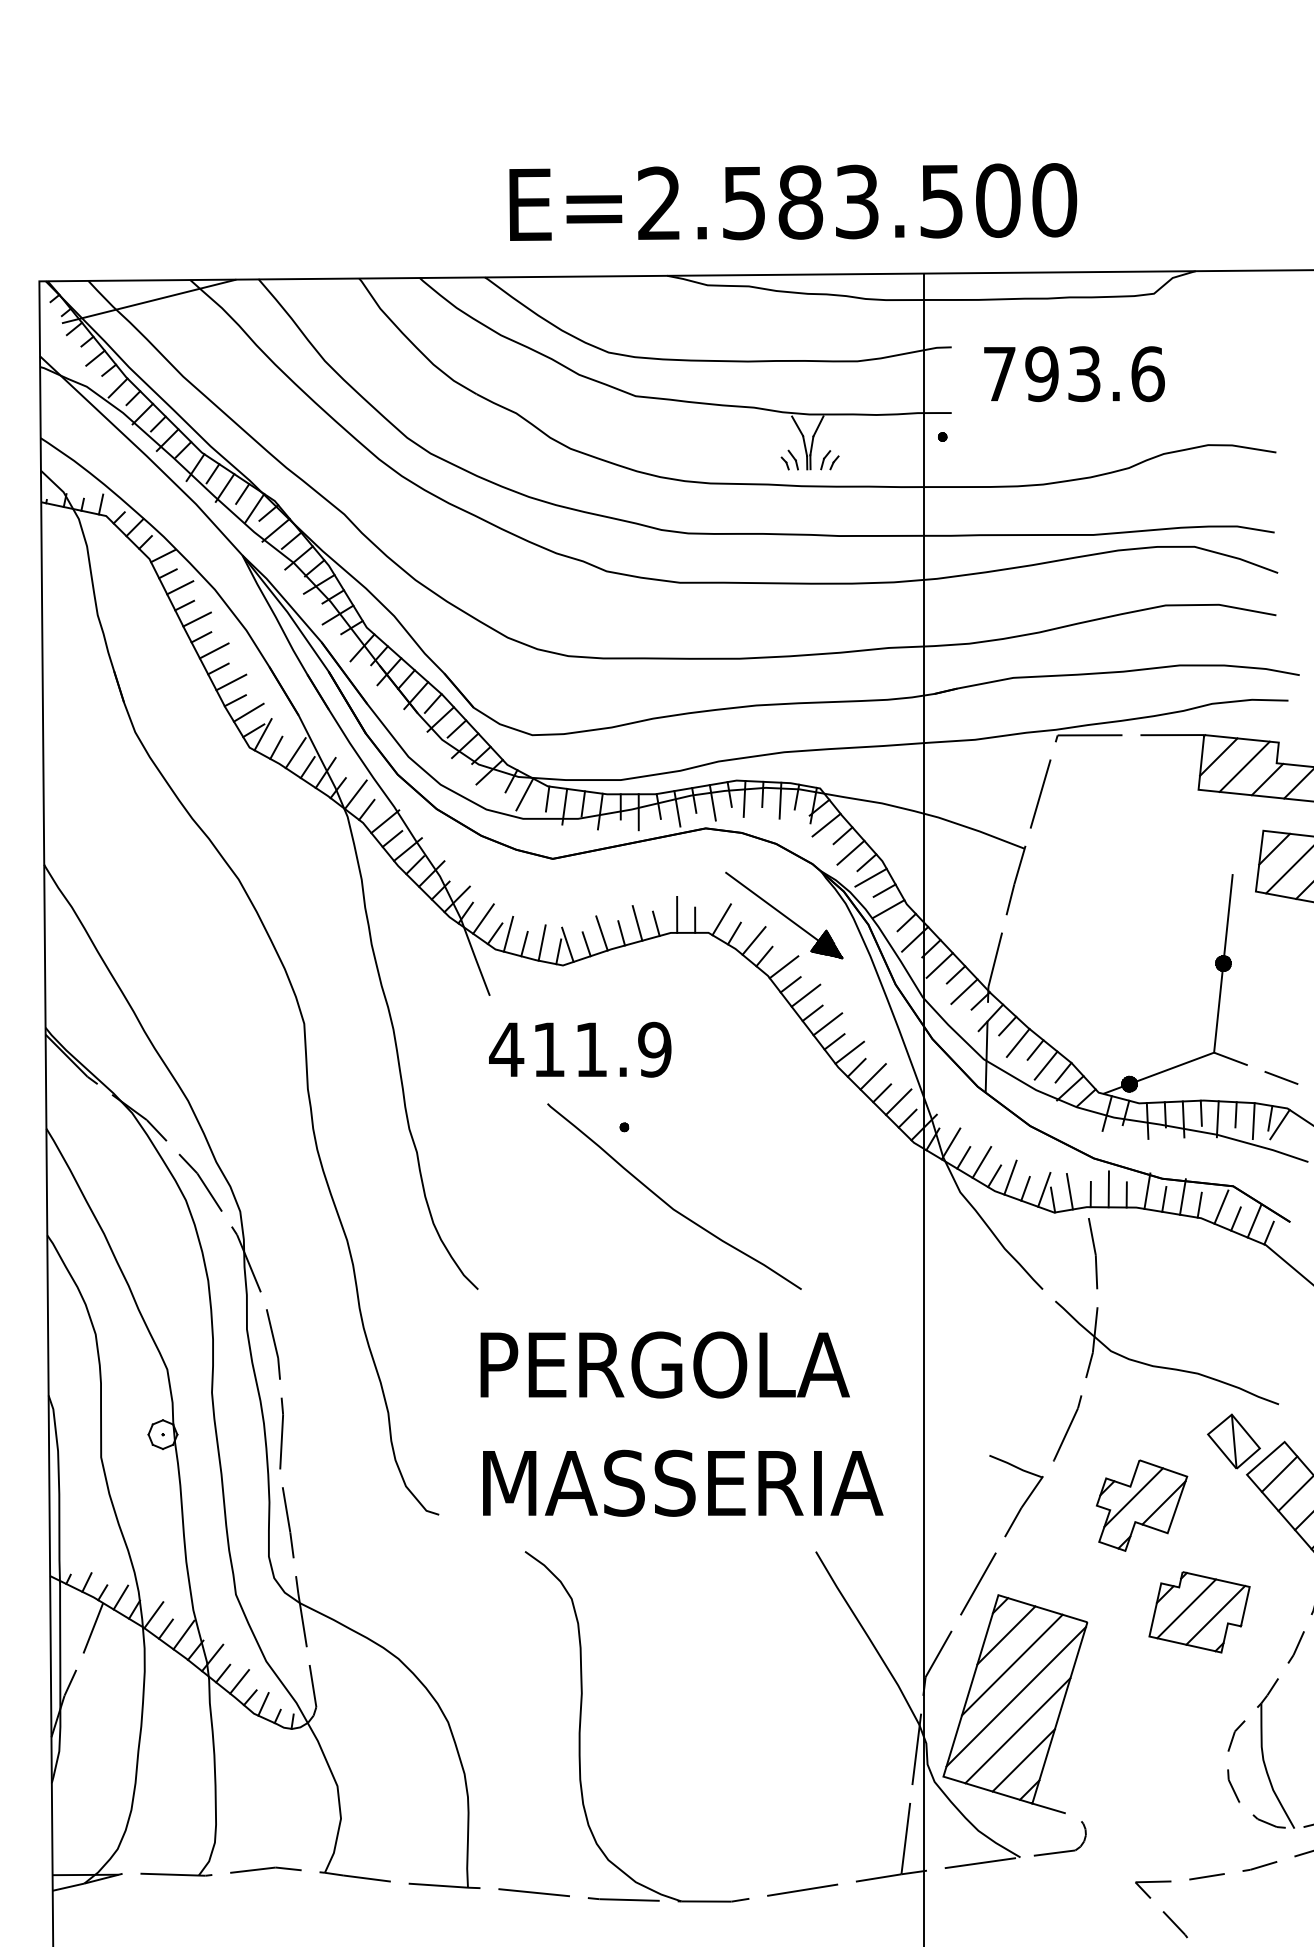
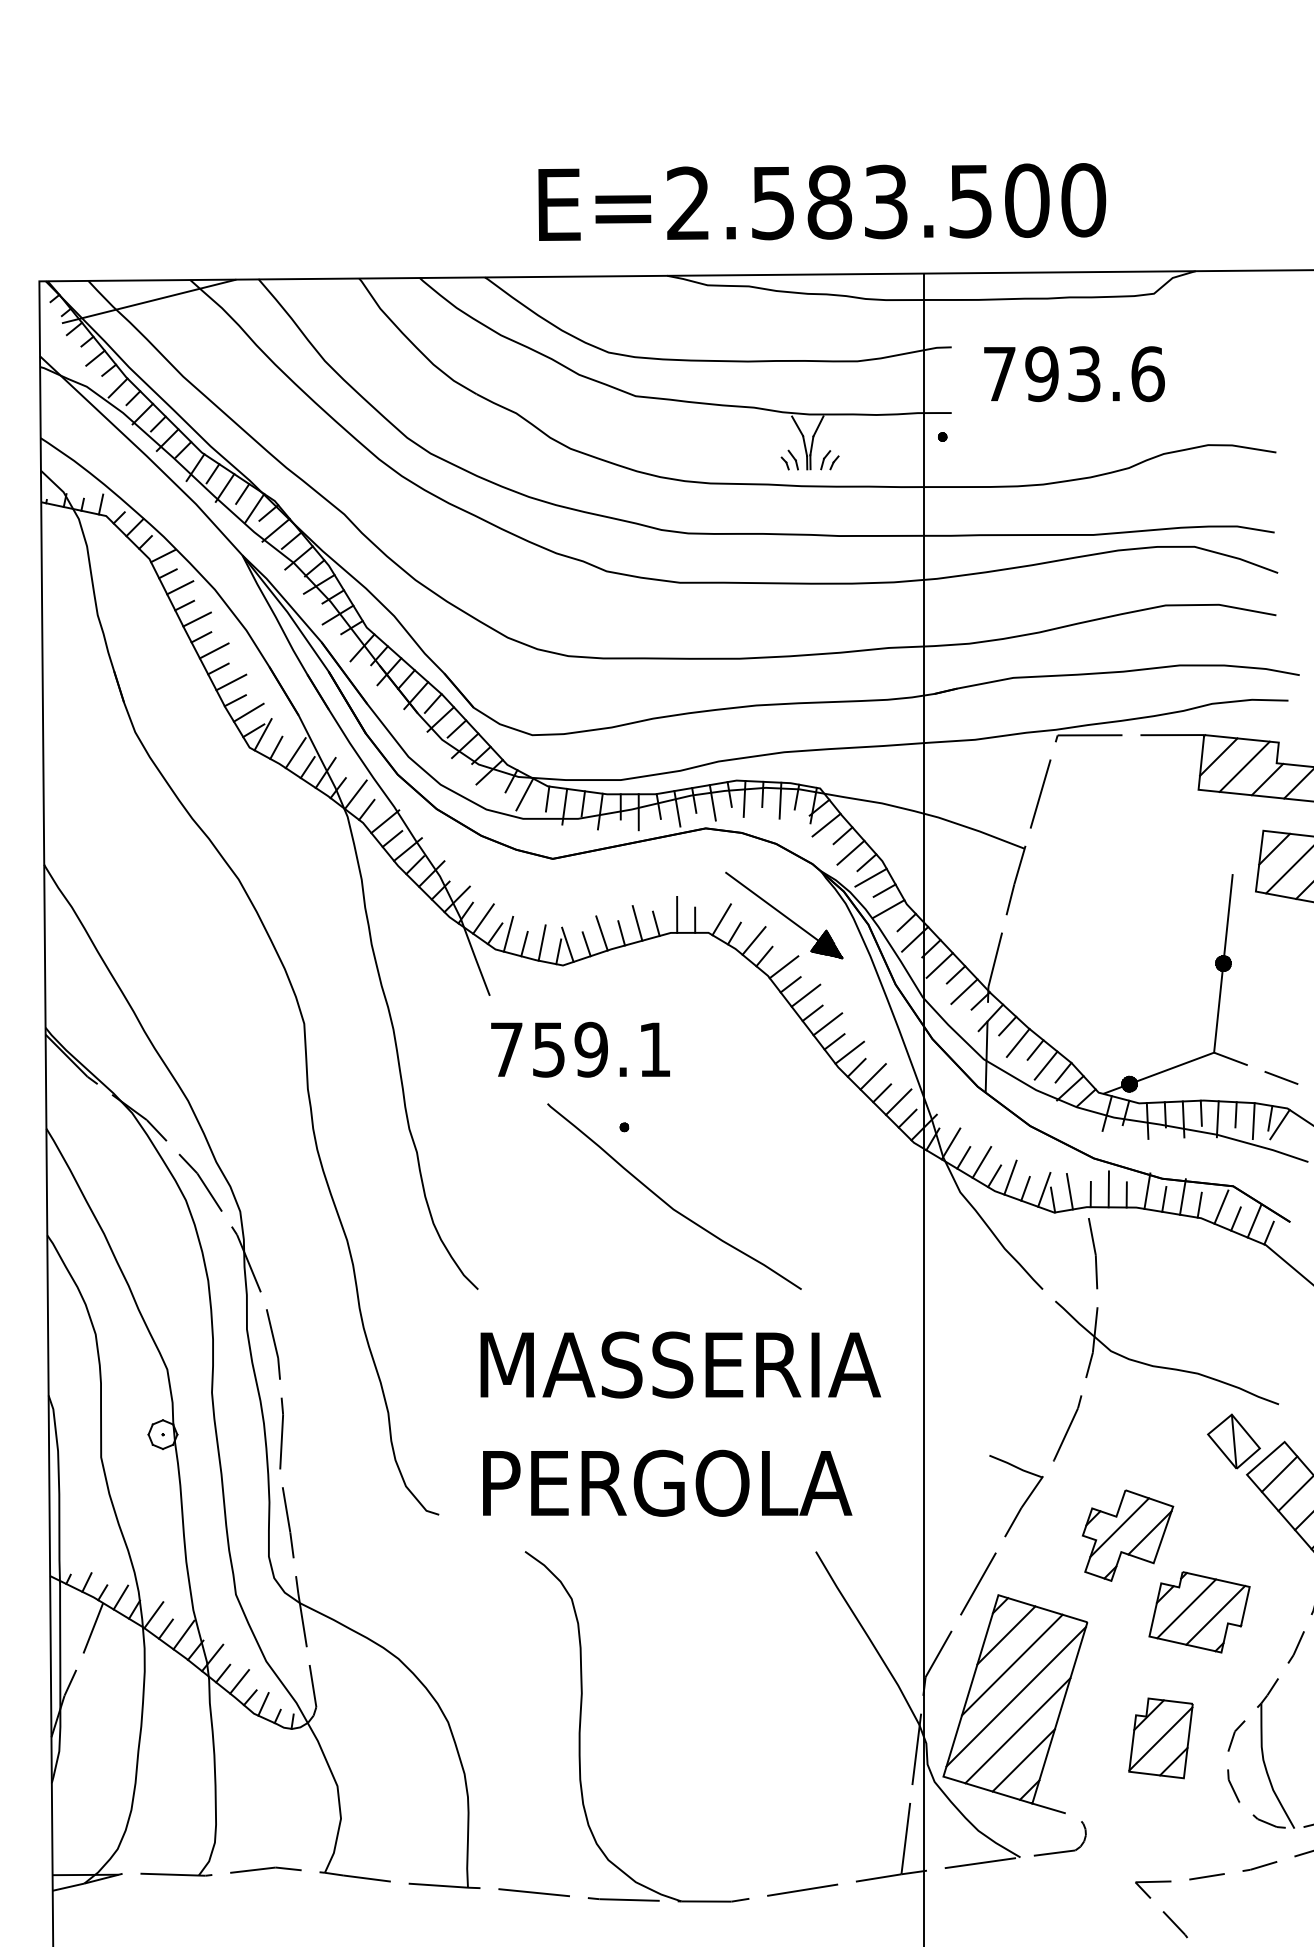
text at (793, 201) position: (793, 201) -> (822, 201)
text at (580, 1049): 411.9 -> 759.1
text at (684, 1364): PERGOLA -> MASSERIA
text at (686, 1482): MASSERIA -> PERGOLA
part at (1142, 1505) position: (1142, 1505) -> (1128, 1535)
part at (1160, 1738): none -> present
